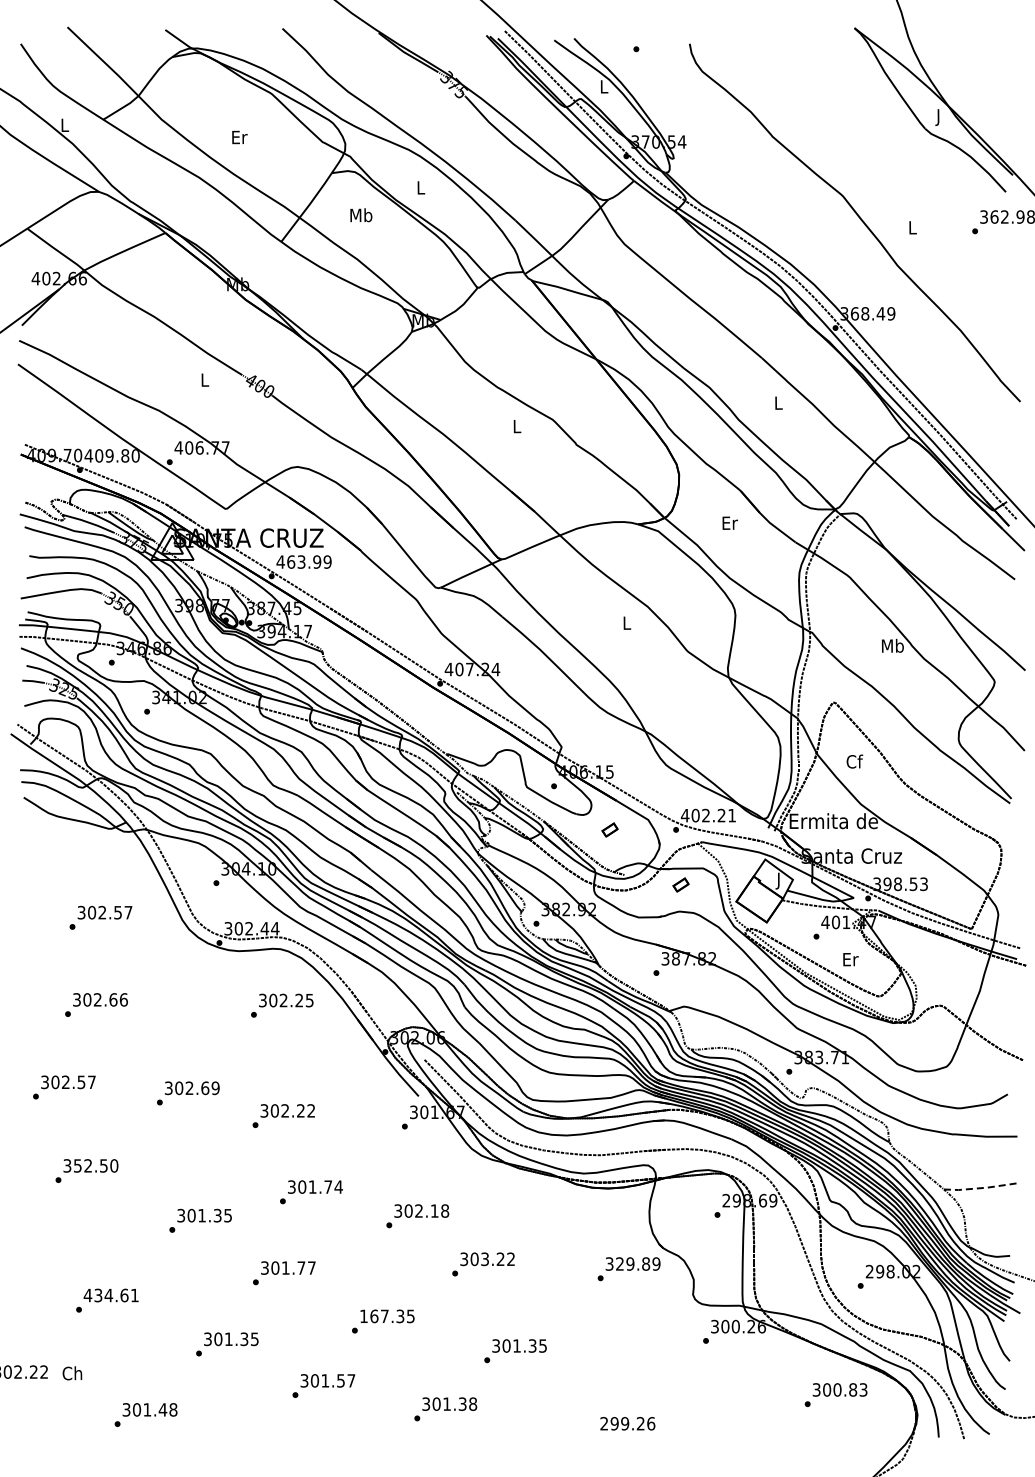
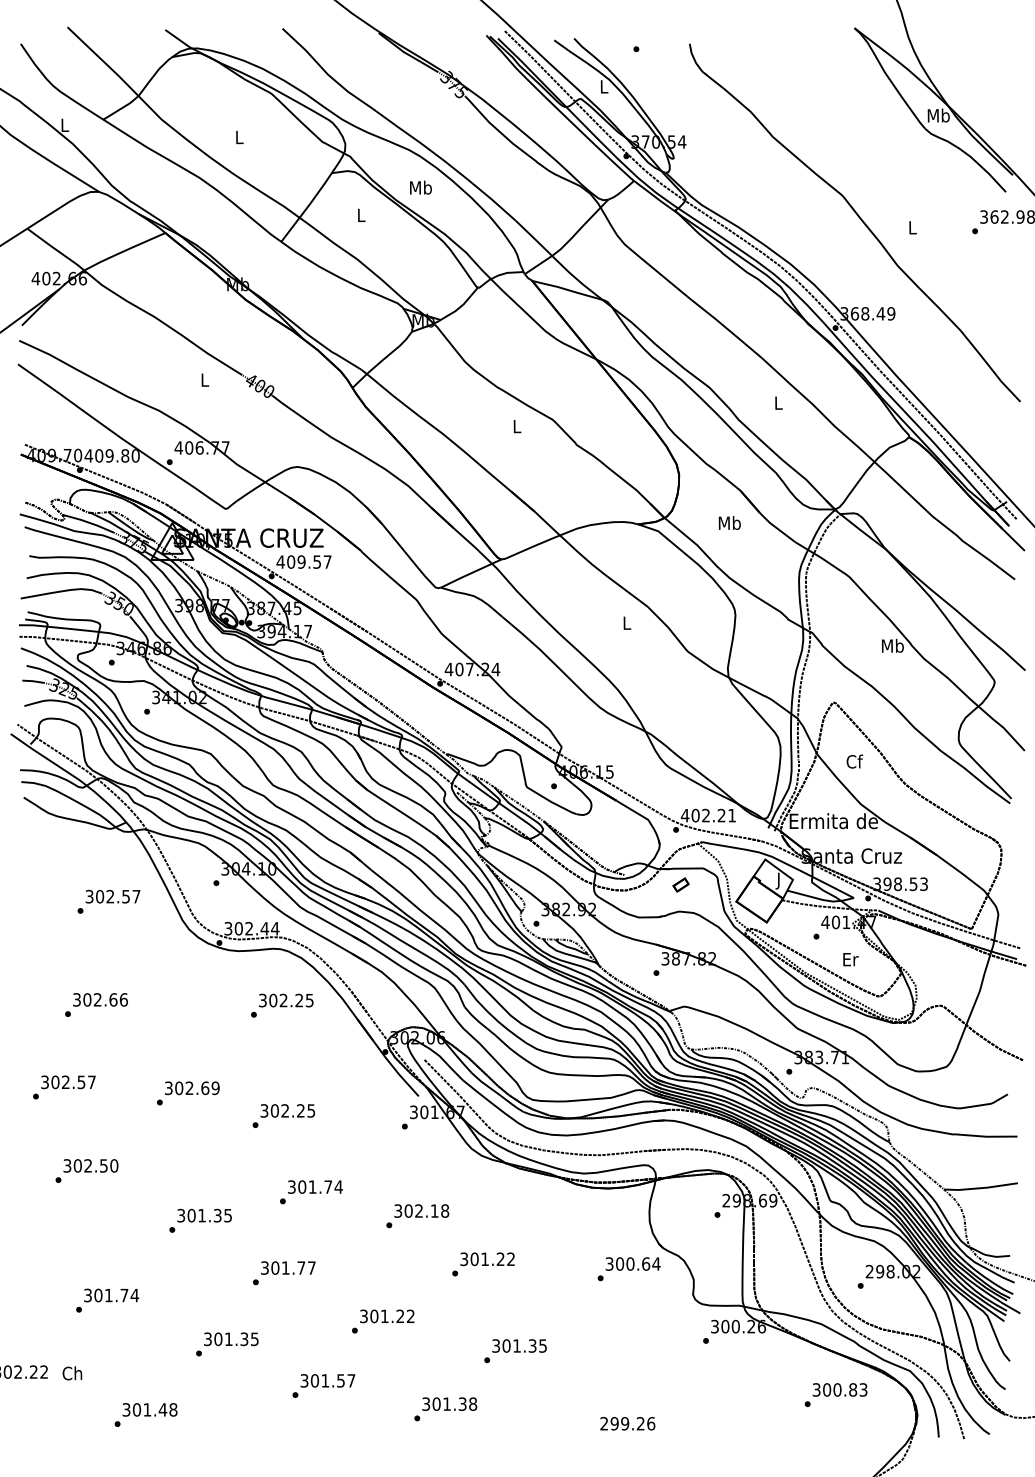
text at (938, 116): J -> Mb
text at (239, 137): Er -> L
text at (420, 187): L -> Mb
text at (361, 215): Mb -> L
text at (729, 522): Er -> Mb
text at (309, 561): 463.99 -> 409.57
part at (609, 829): present -> none
text at (100, 917) position: (100, 917) -> (108, 901)
text at (311, 1110): 302.22 -> 302.25
text at (77, 1165): 352.50 -> 302.50
line at (980, 1188): dashed -> solid
text at (484, 1259): 303.22 -> 301.22
text at (638, 1263): 329.89 -> 300.64
text at (111, 1295): 434.61 -> 301.74
text at (387, 1316): 167.35 -> 301.22
